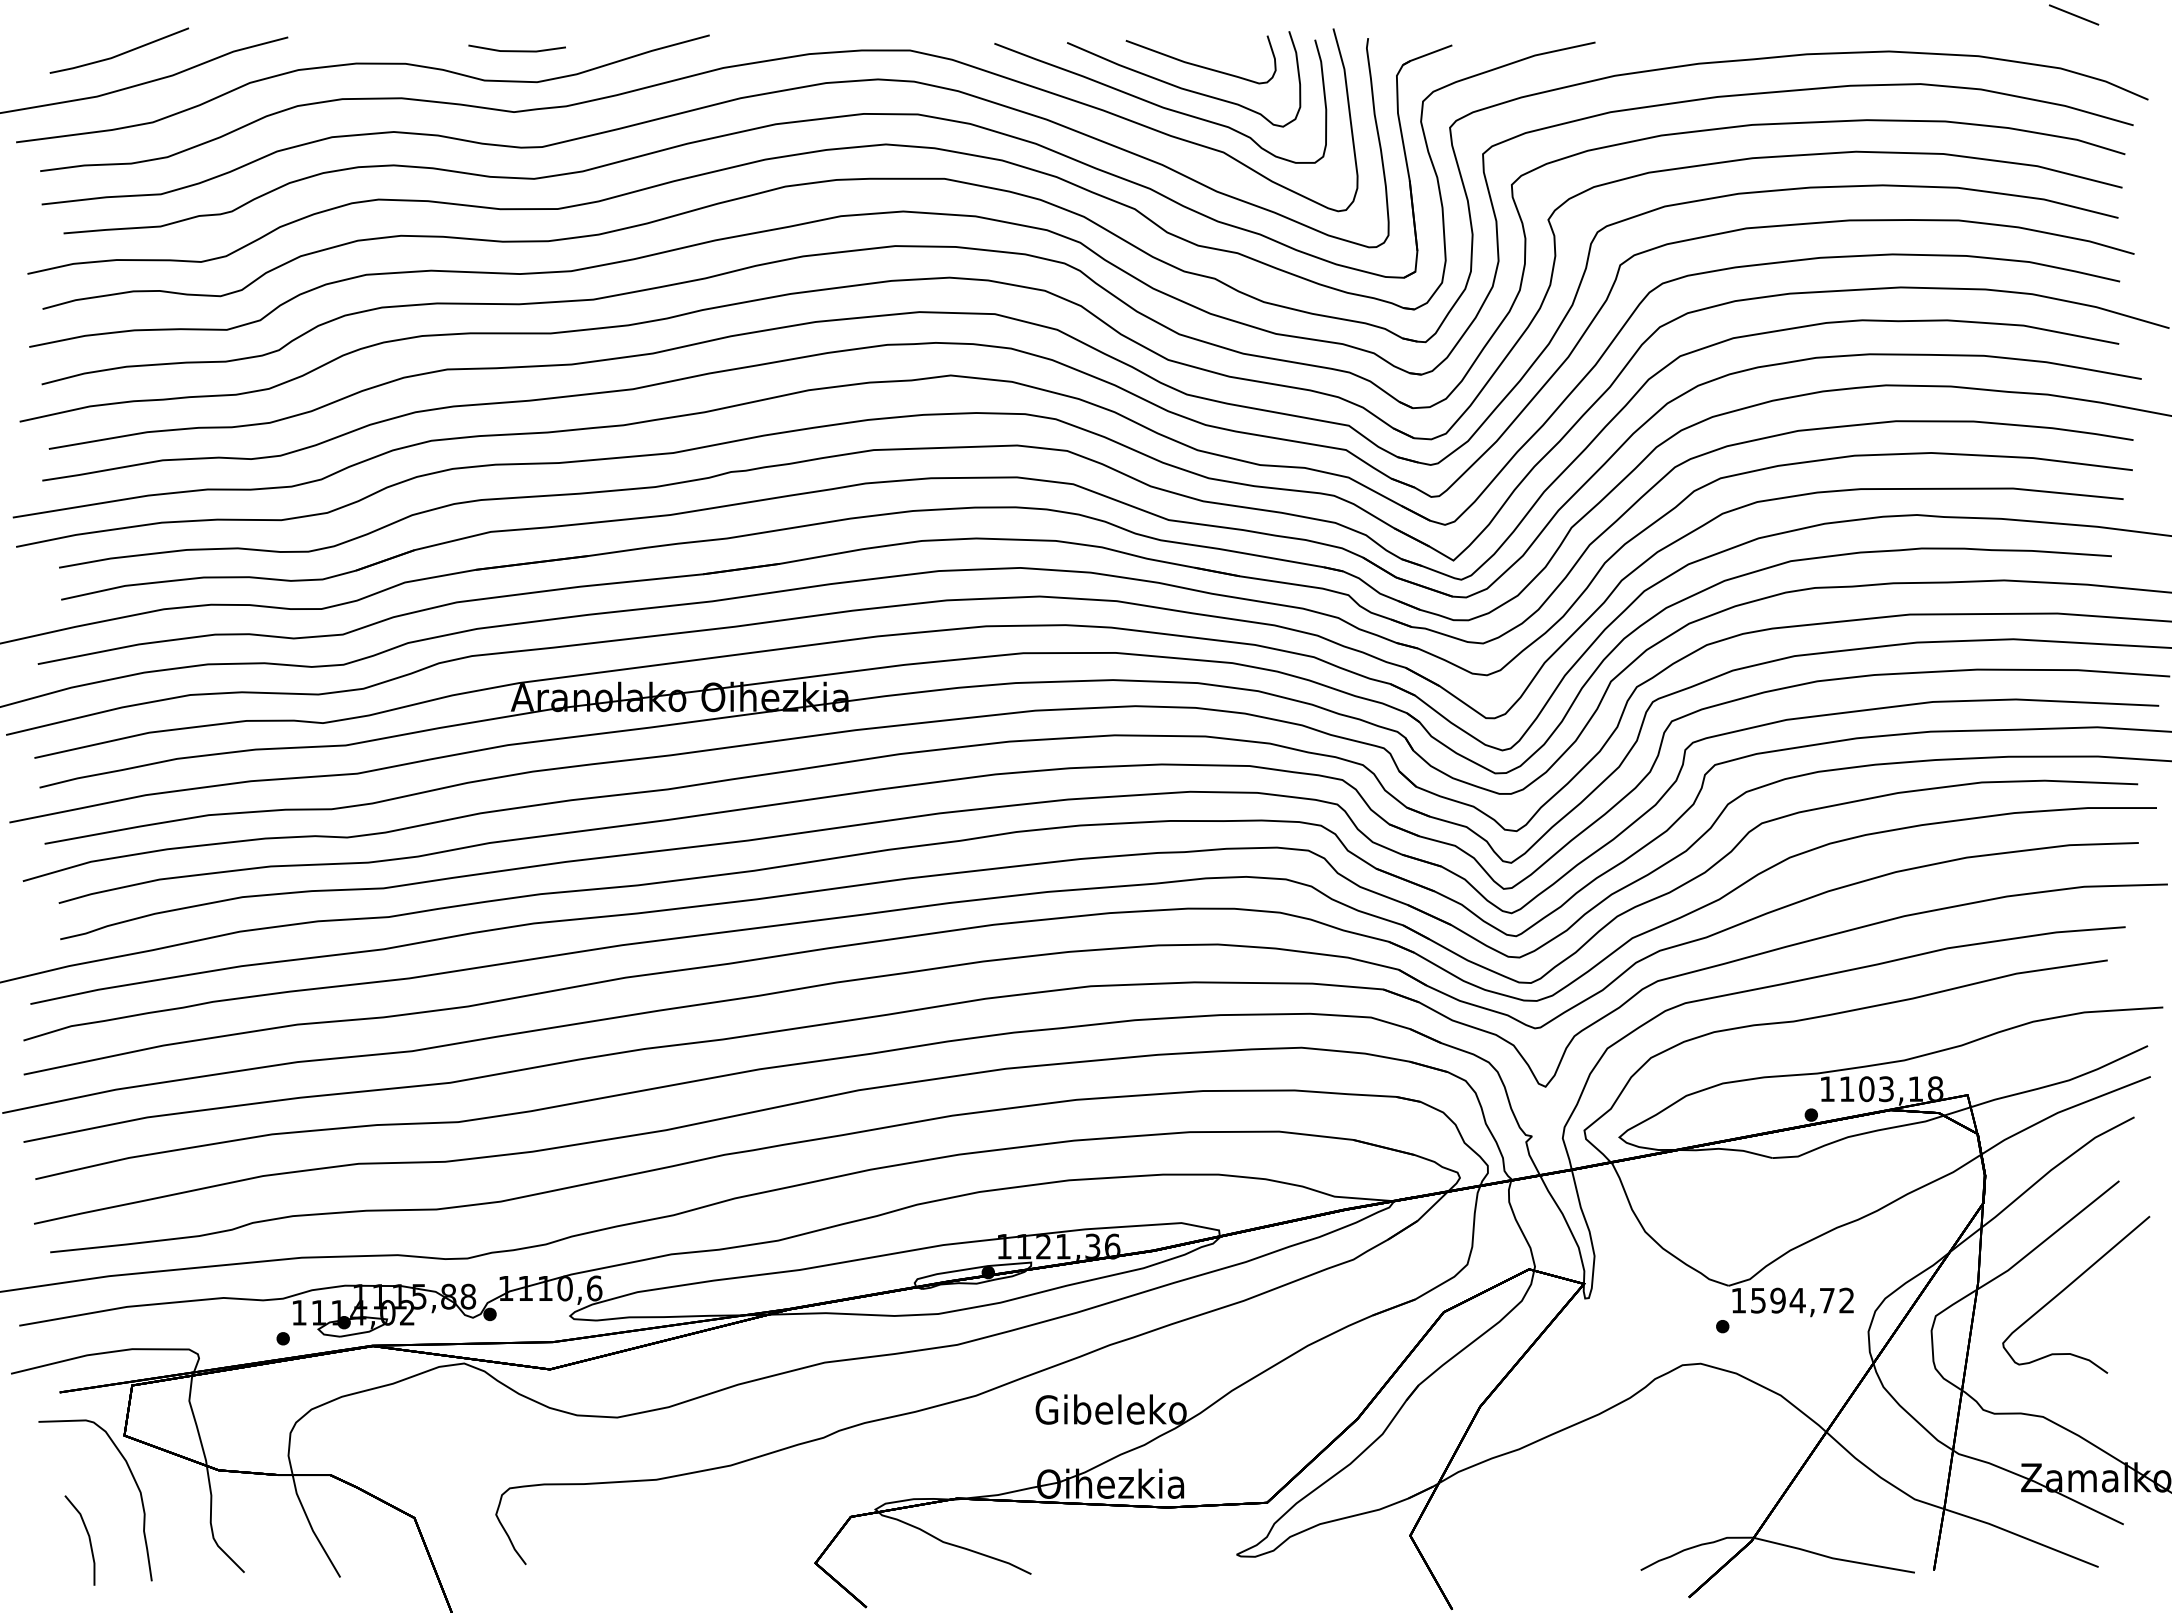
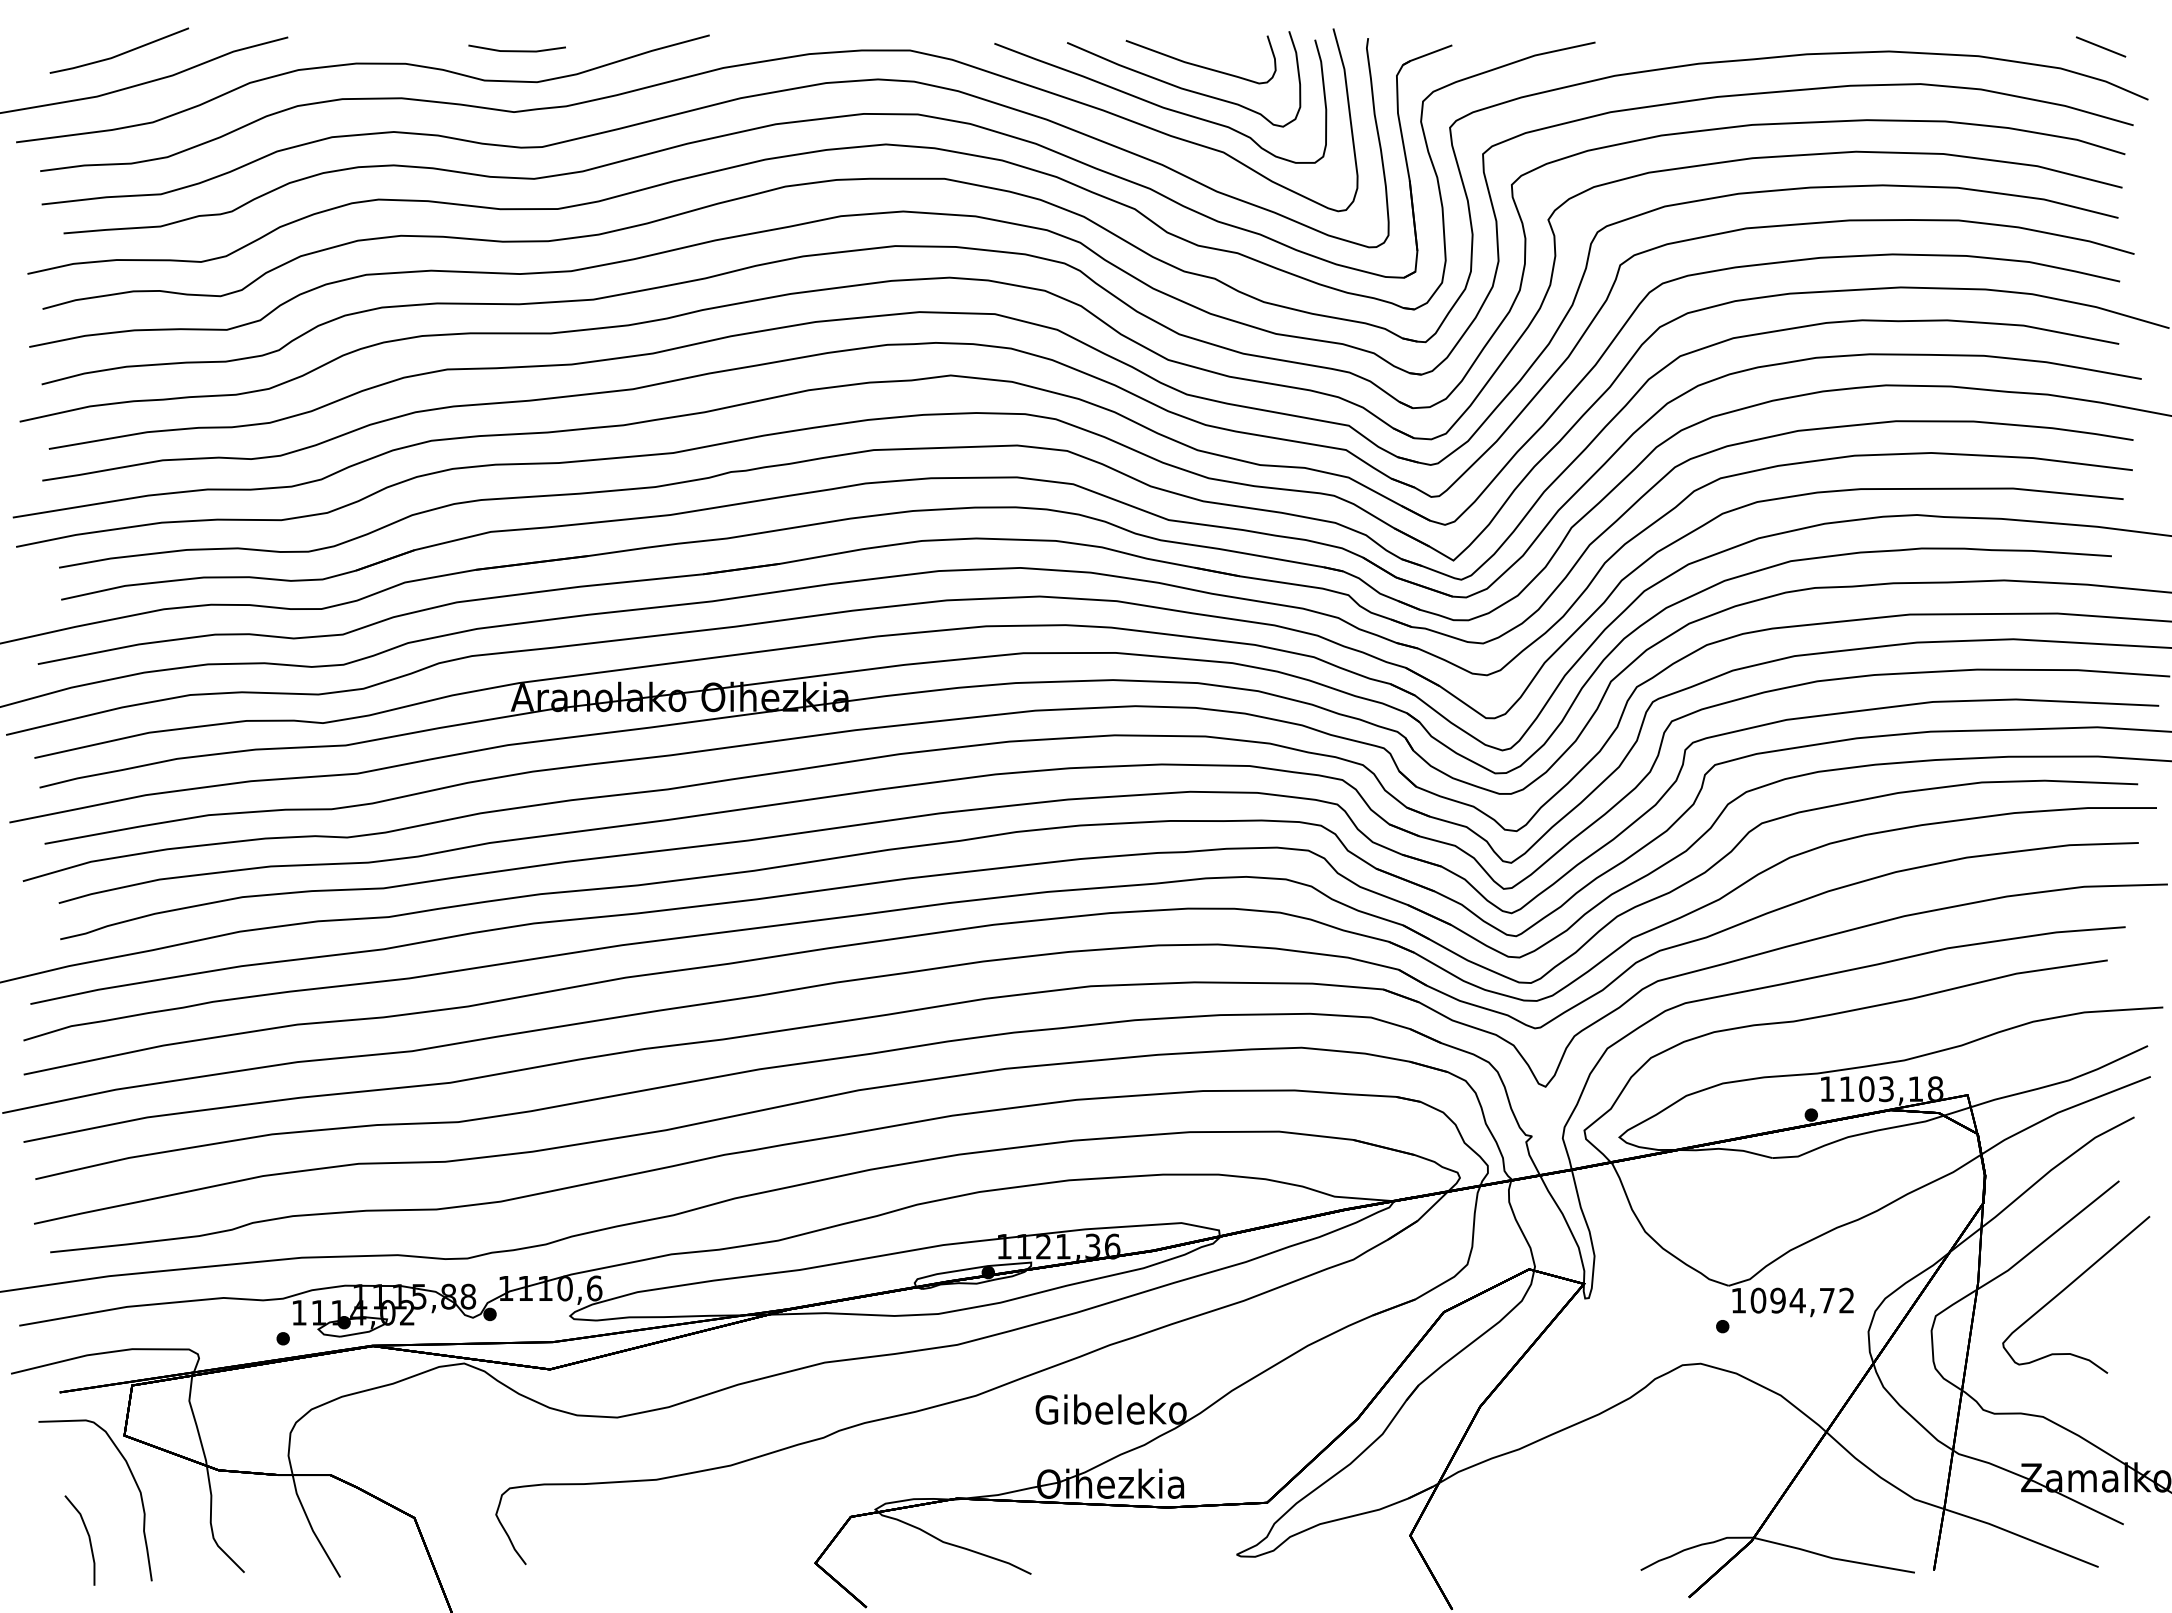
line at (2074, 14) position: (2074, 14) -> (2101, 46)
text at (1758, 1300): 1594,72 -> 1094,72
